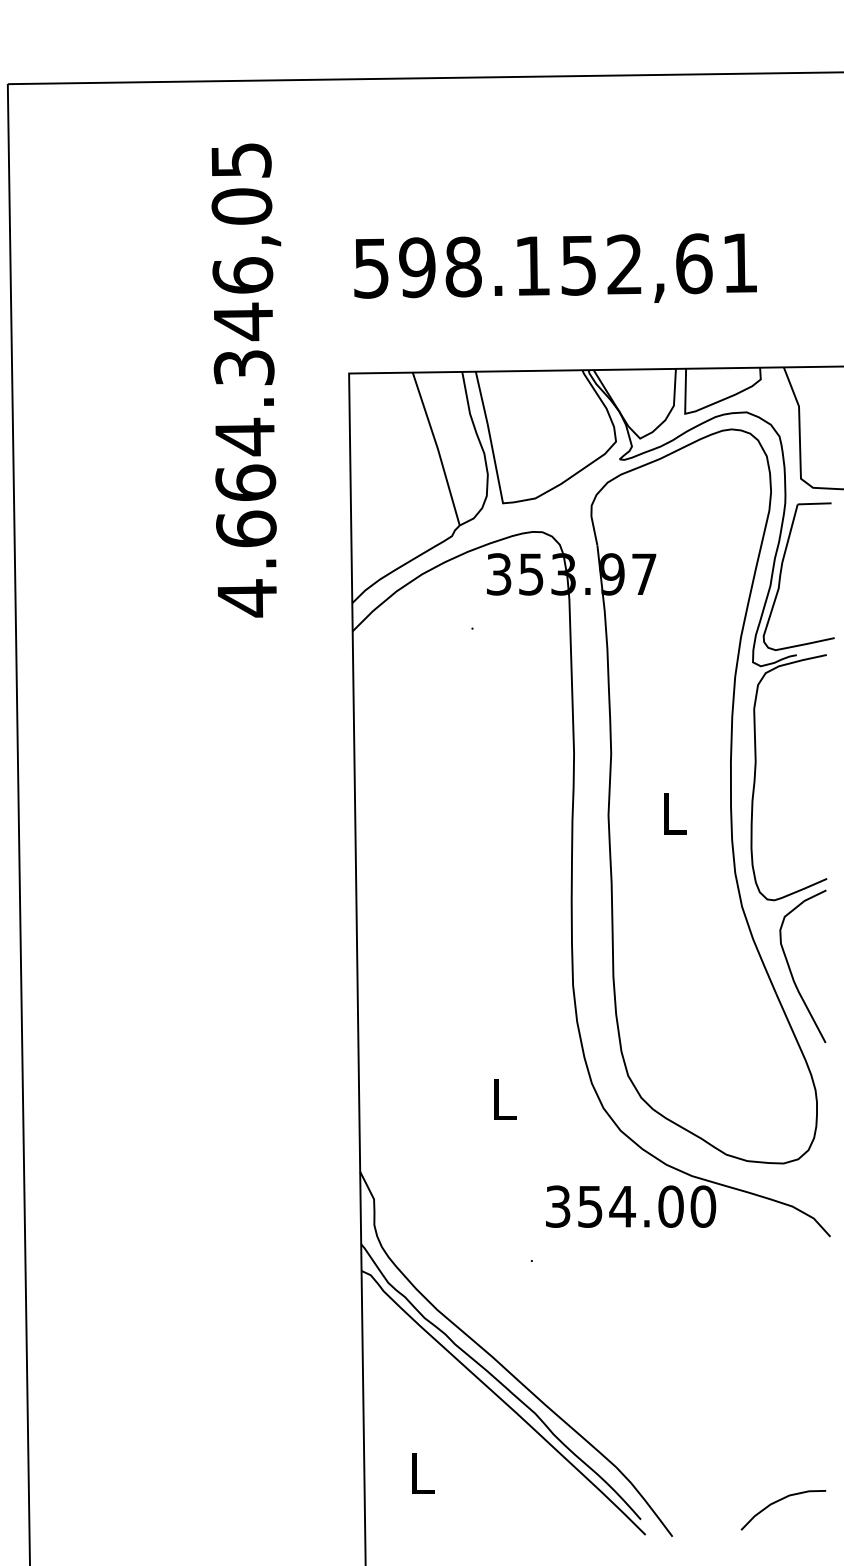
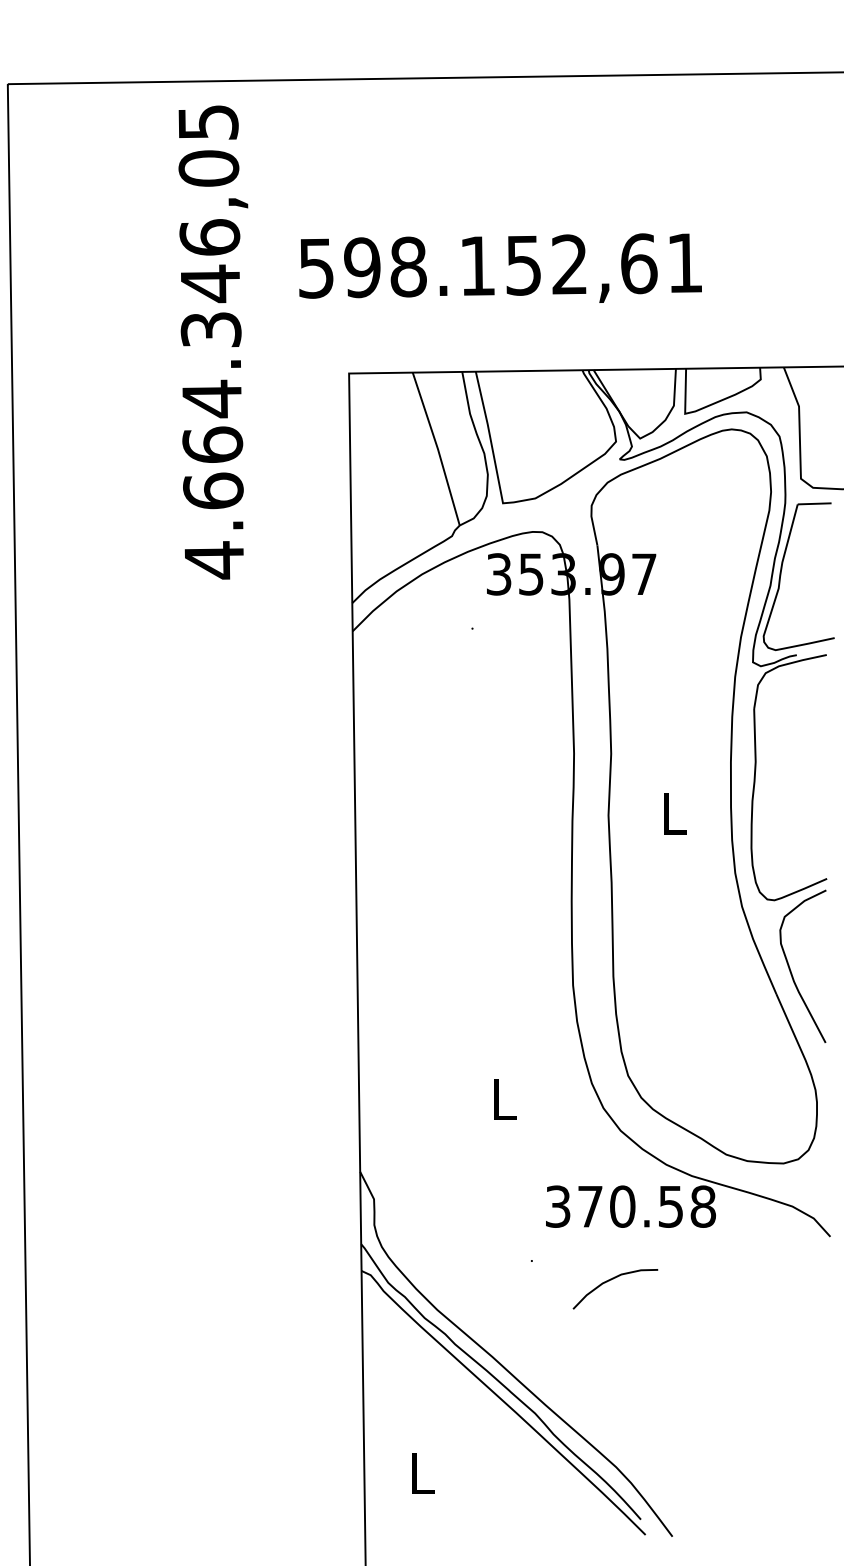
text at (555, 267) position: (555, 267) -> (500, 267)
text at (246, 380) position: (246, 380) -> (213, 342)
text at (647, 1206): 354.00 -> 370.58
curve at (779, 1501) position: (779, 1501) -> (611, 1280)
